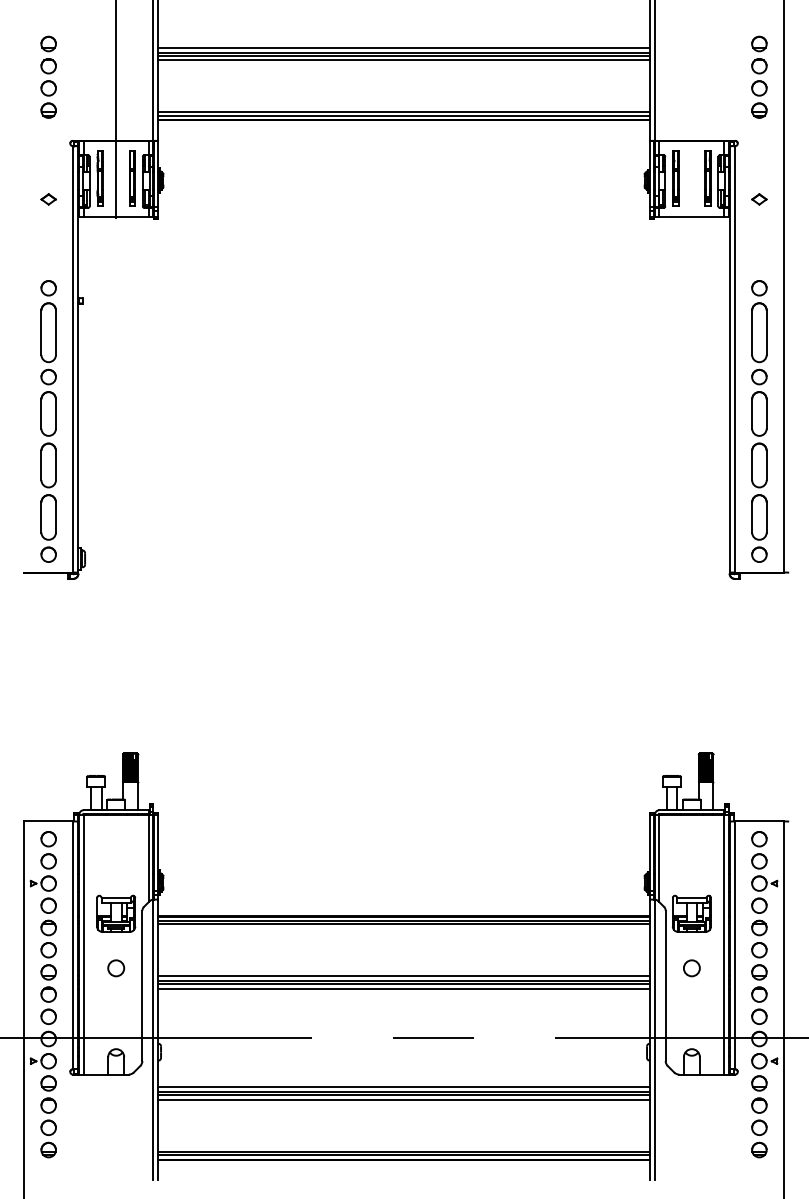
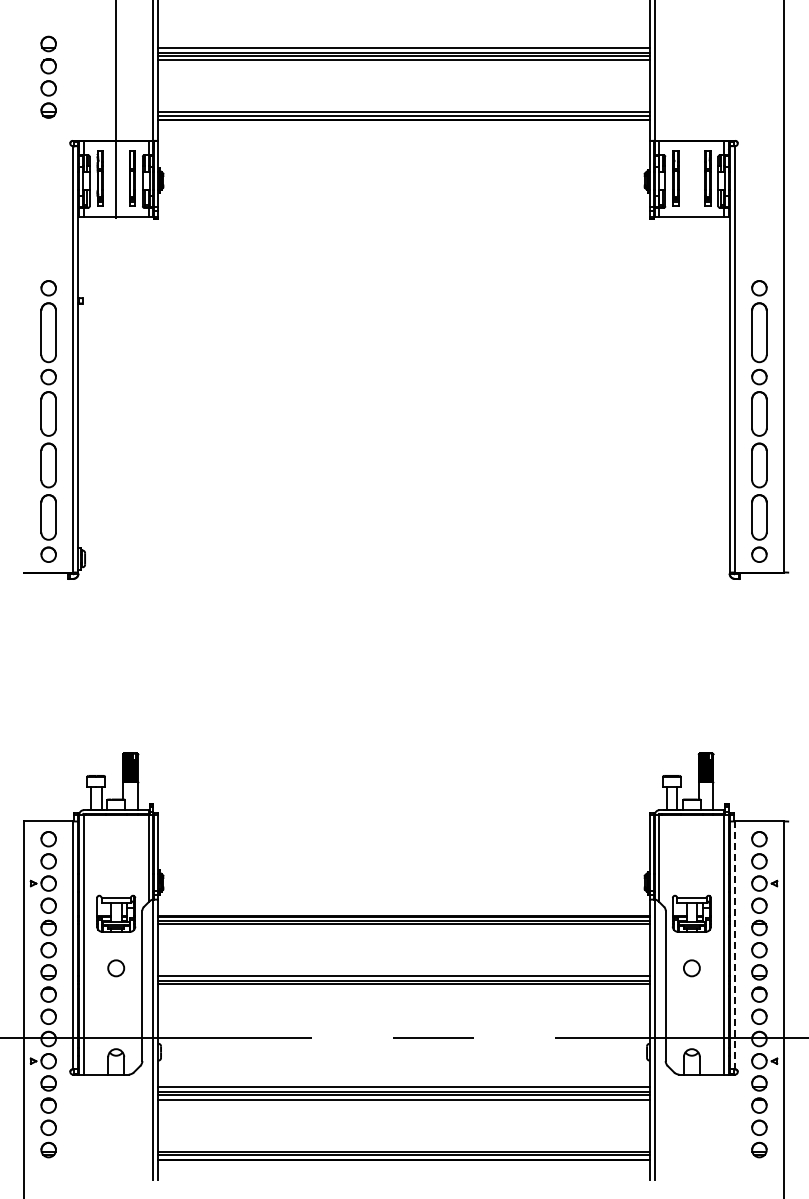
part at (759, 76): present -> none
part at (48, 199): present -> none
part at (759, 199): present -> none
line at (734, 945): solid -> dashed
line at (403, 989): present -> none
